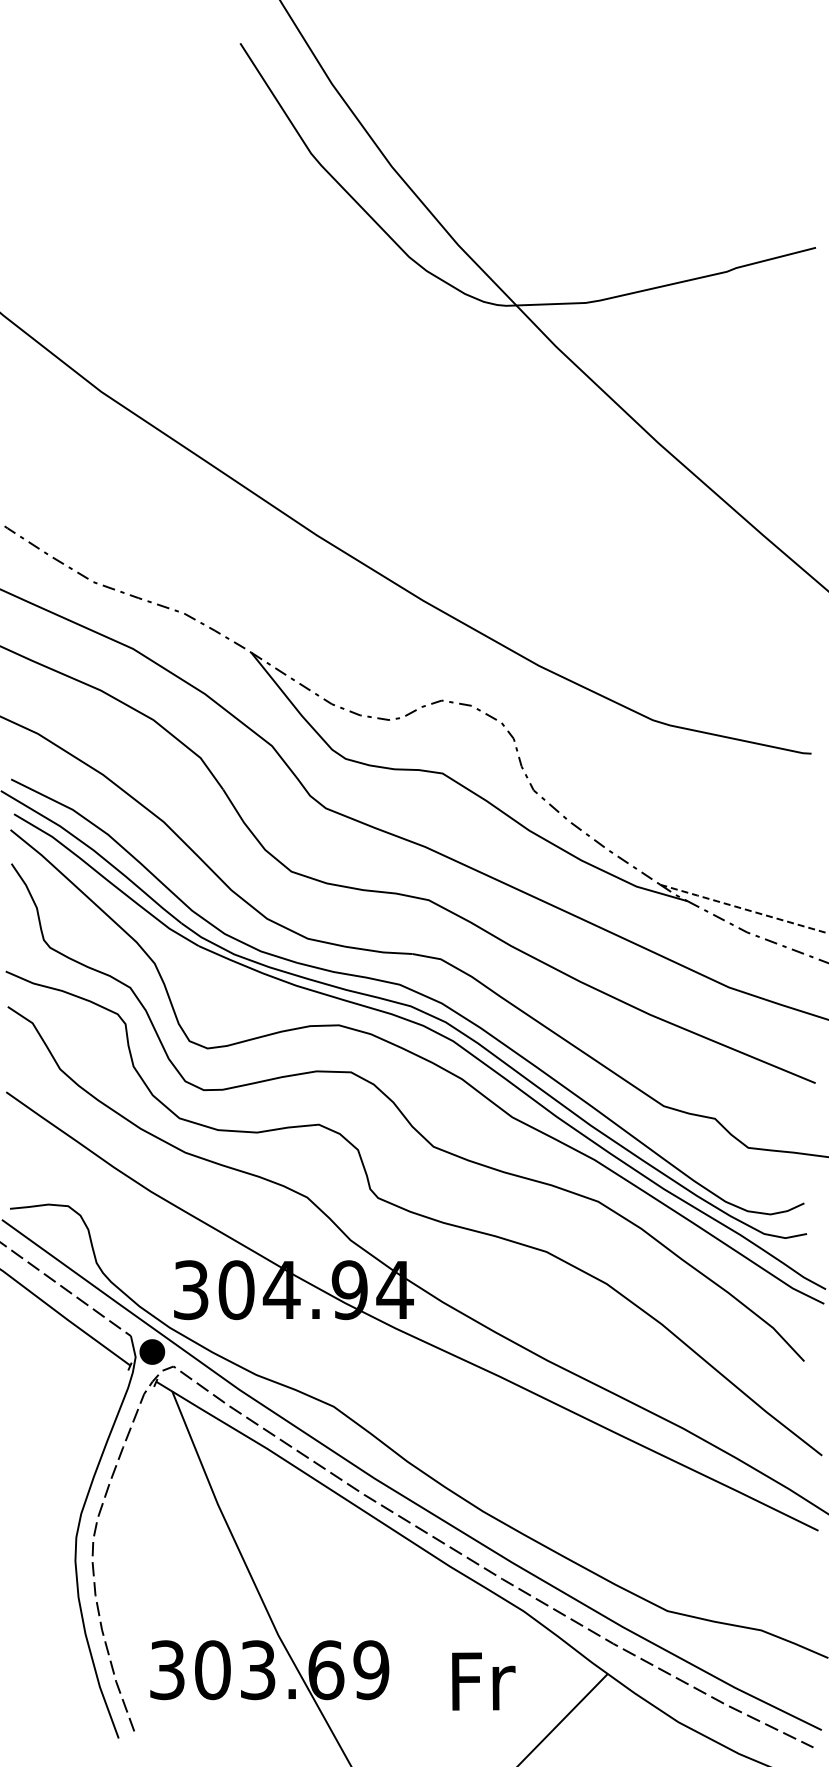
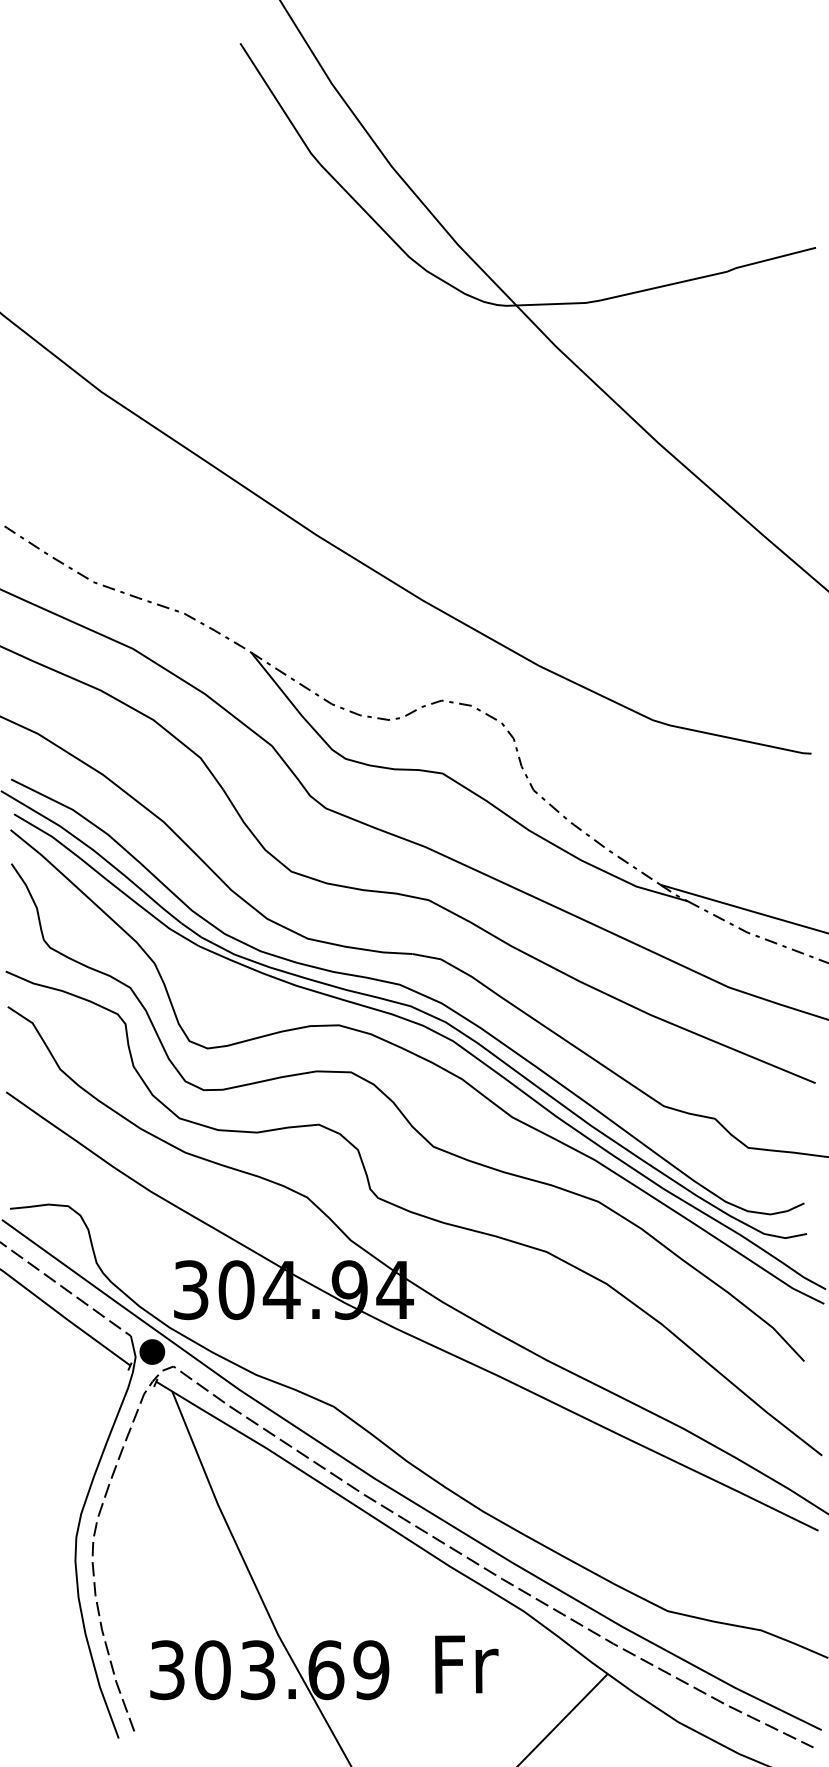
line at (745, 909): dashed -> solid
text at (483, 1681) position: (483, 1681) -> (466, 1664)
